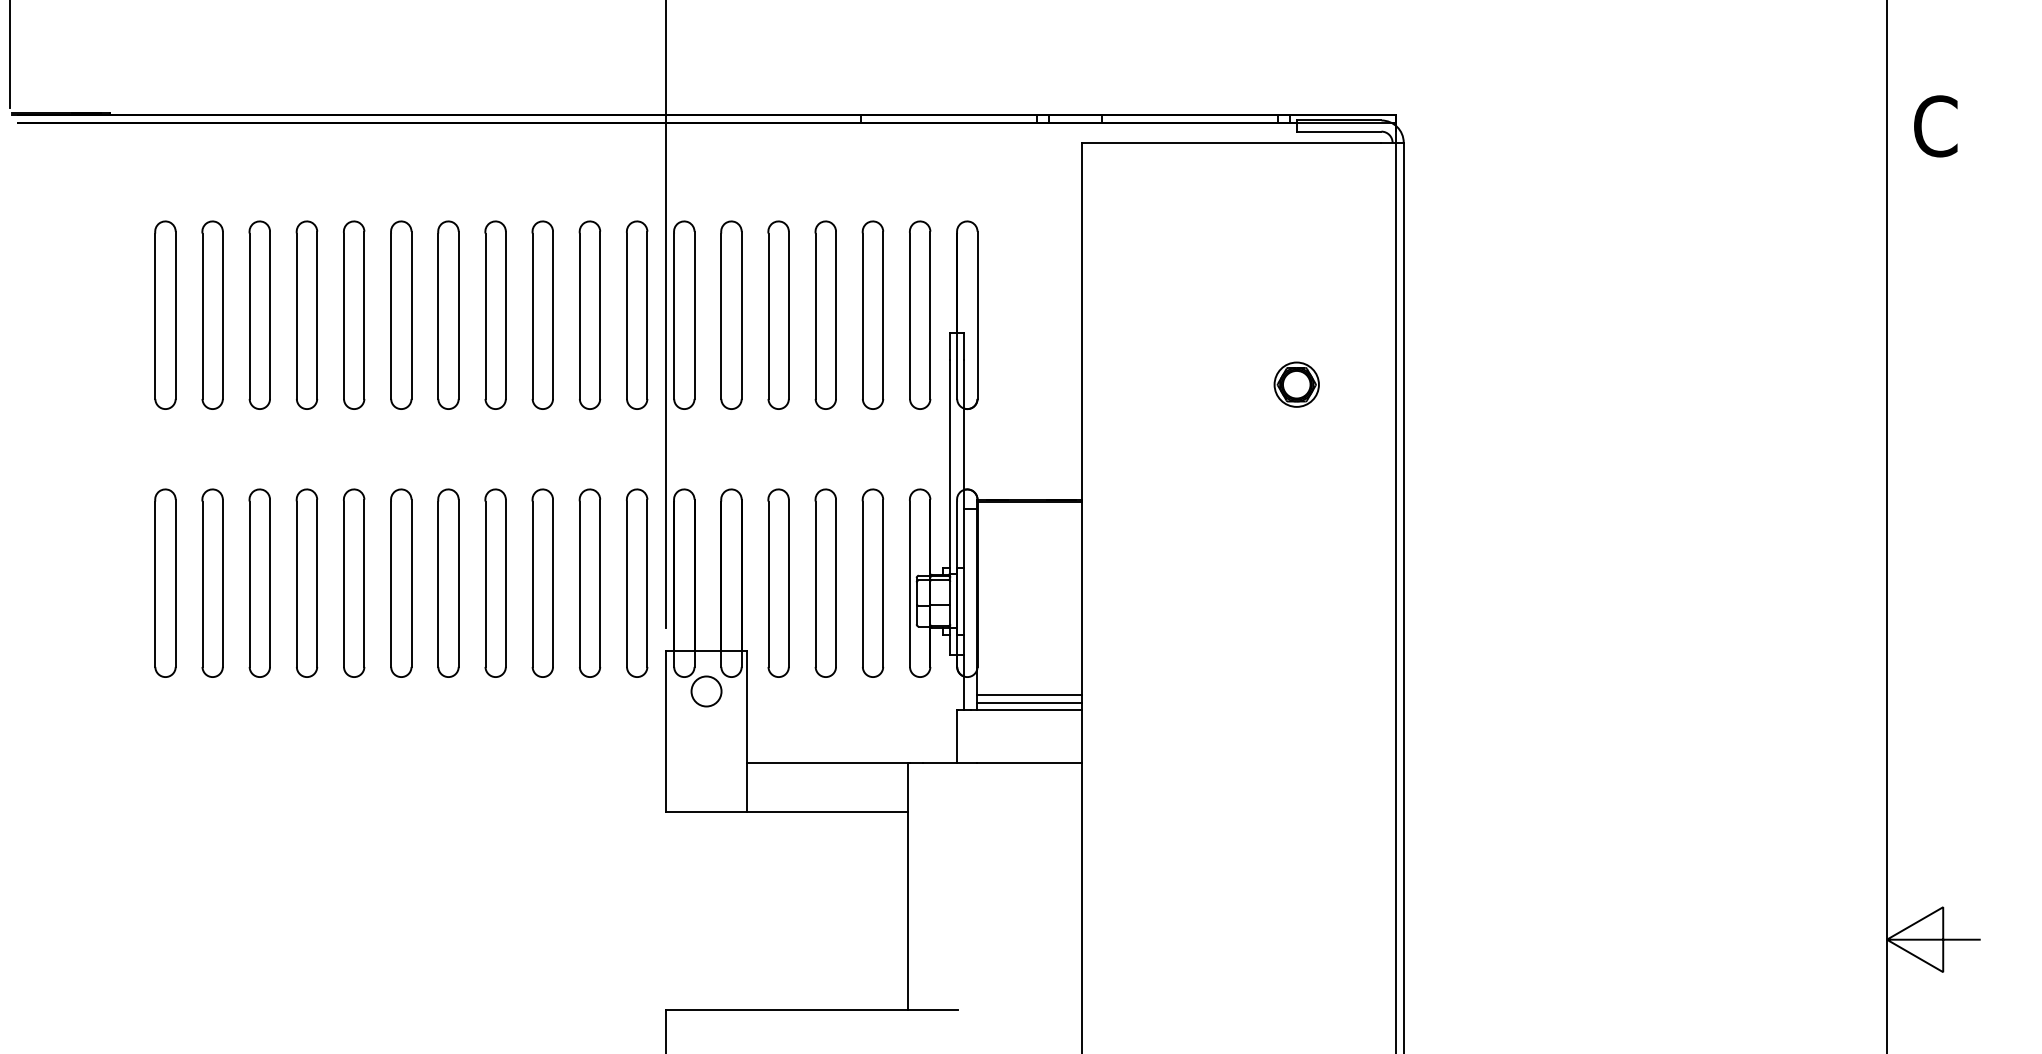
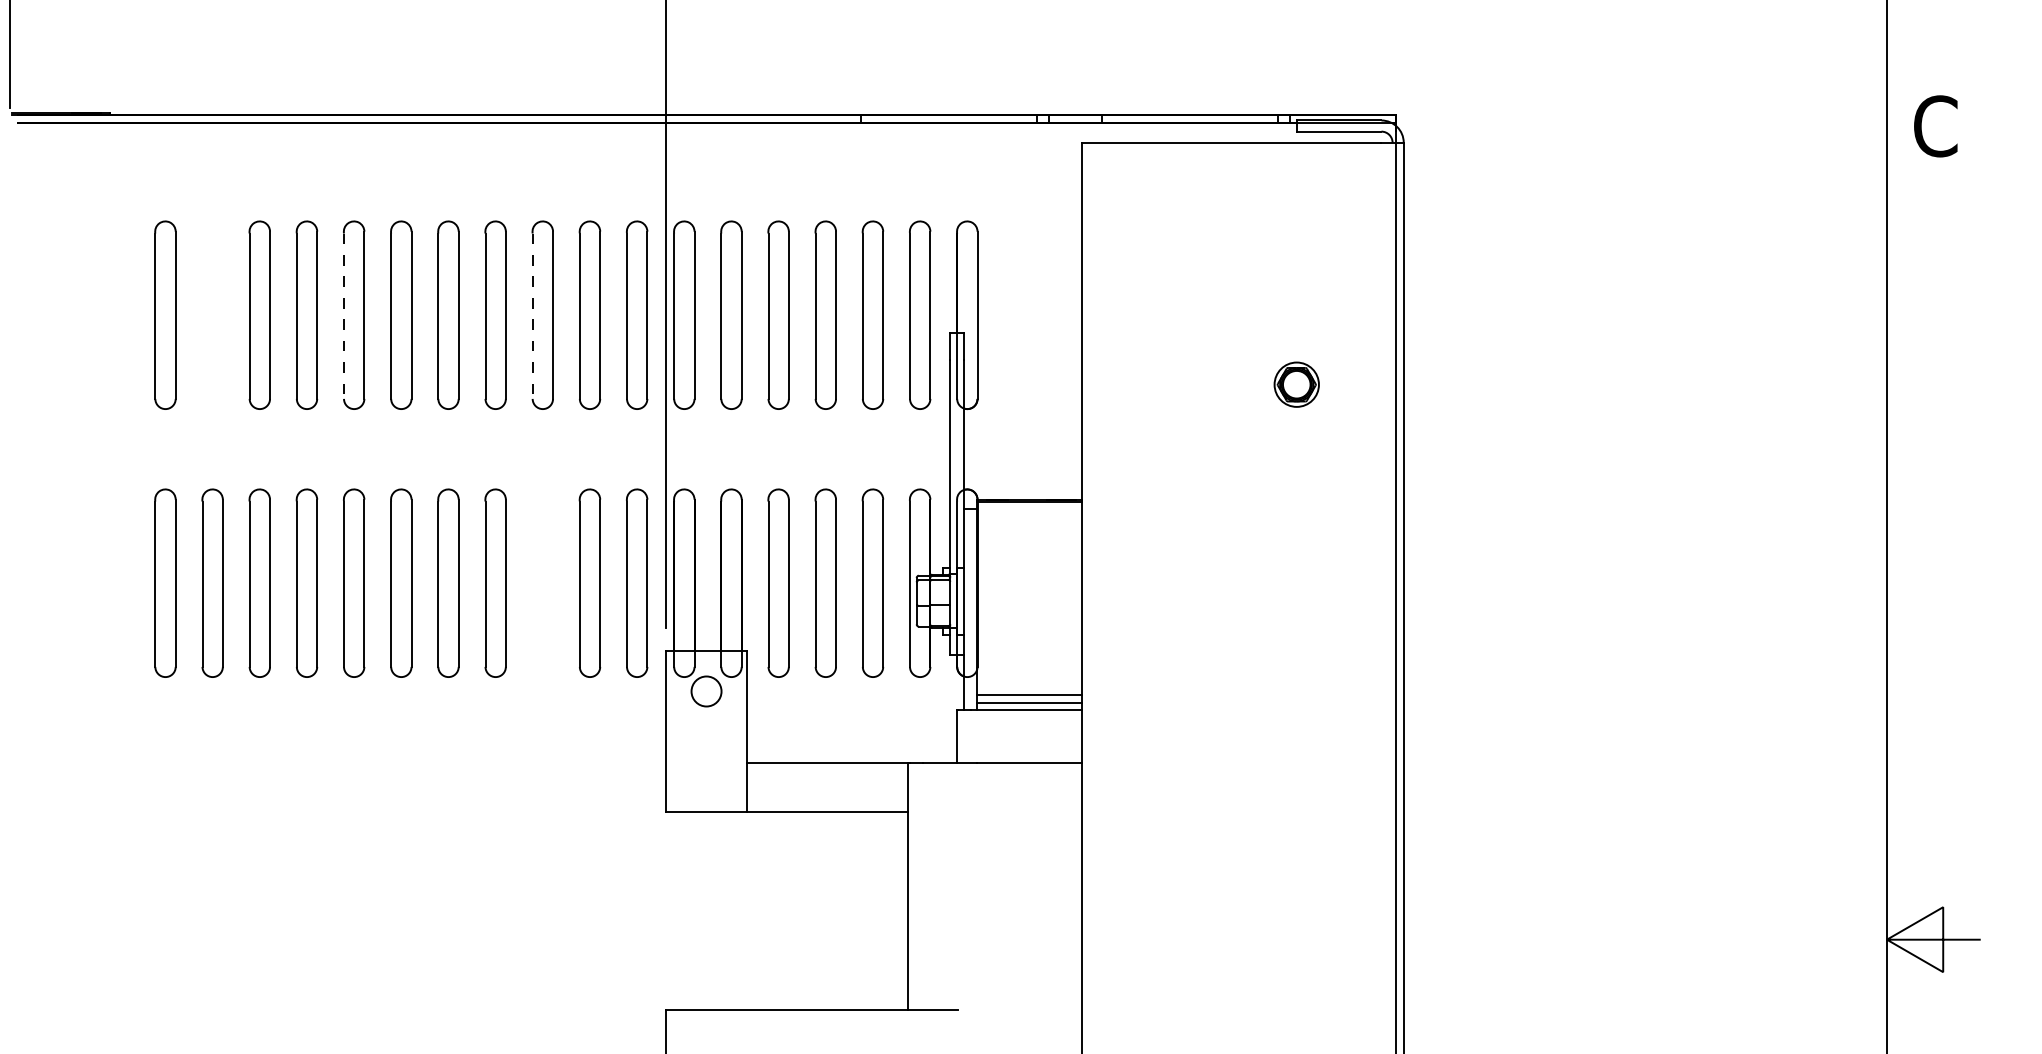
part at (212, 314): present -> none
line at (344, 316): solid -> dashed
line at (532, 316): solid -> dashed
part at (542, 582): present -> none
